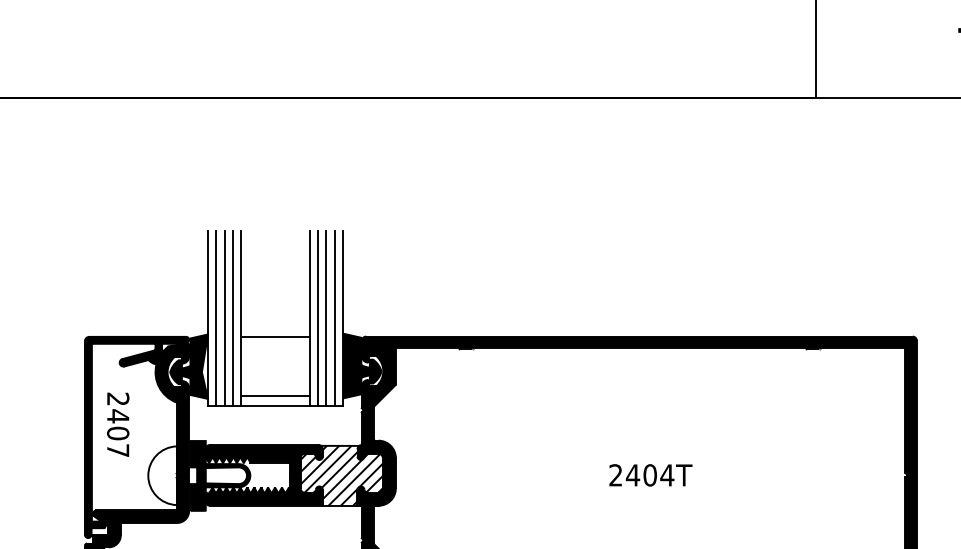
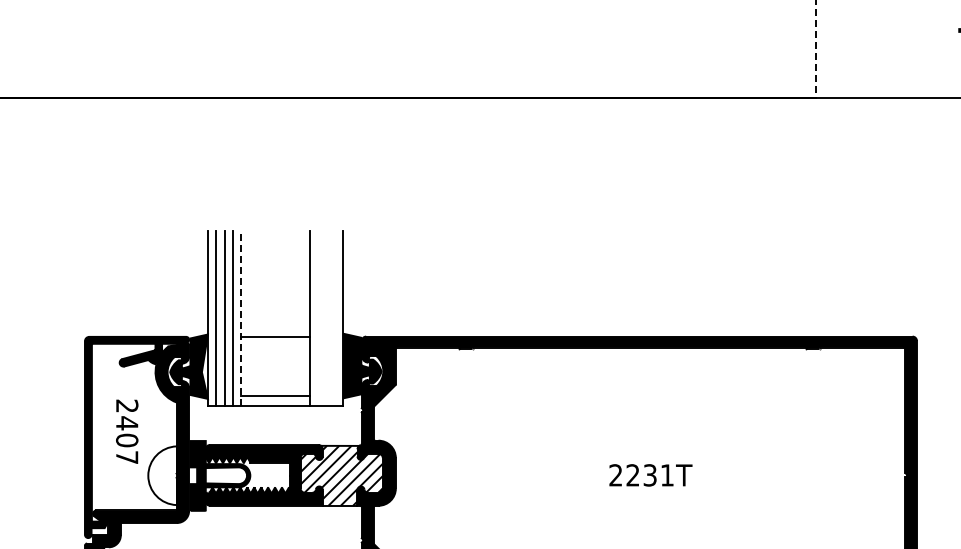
line at (816, 49): solid -> dashed
line at (240, 318): solid -> dashed
line at (318, 318): present -> none
line at (326, 318): present -> none
line at (334, 318): present -> none
text at (118, 424) position: (118, 424) -> (127, 431)
text at (649, 475): 2404T -> 2231T
